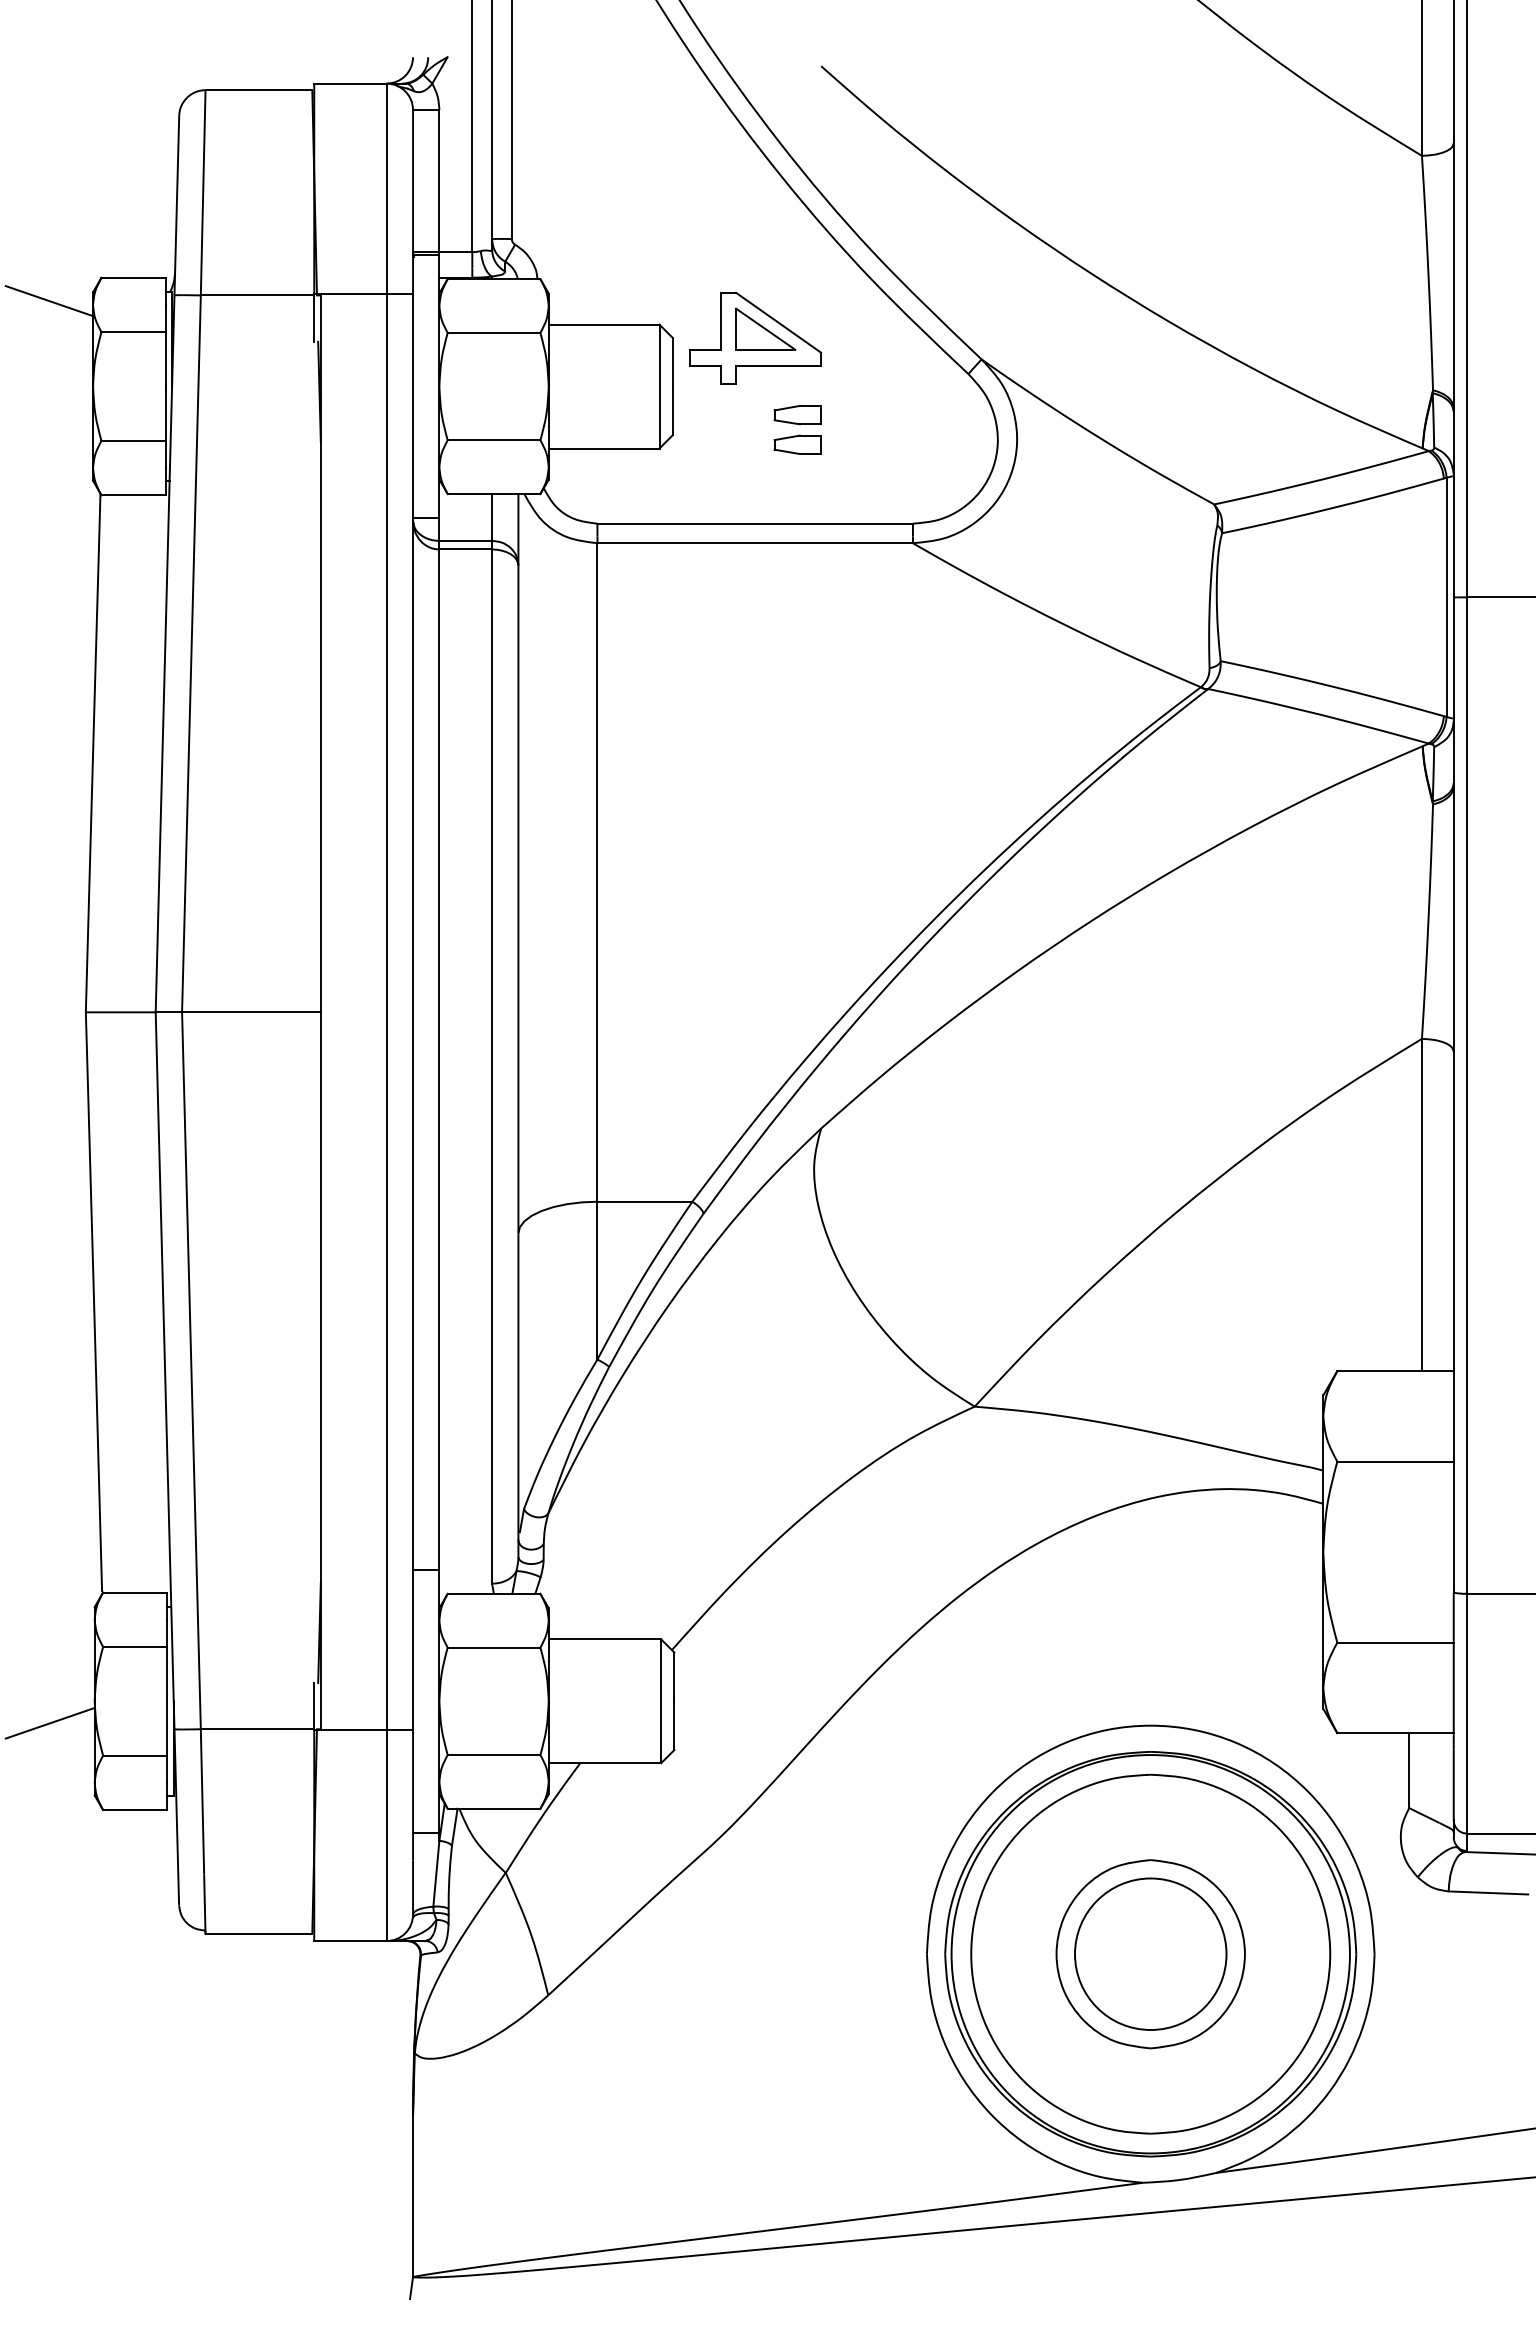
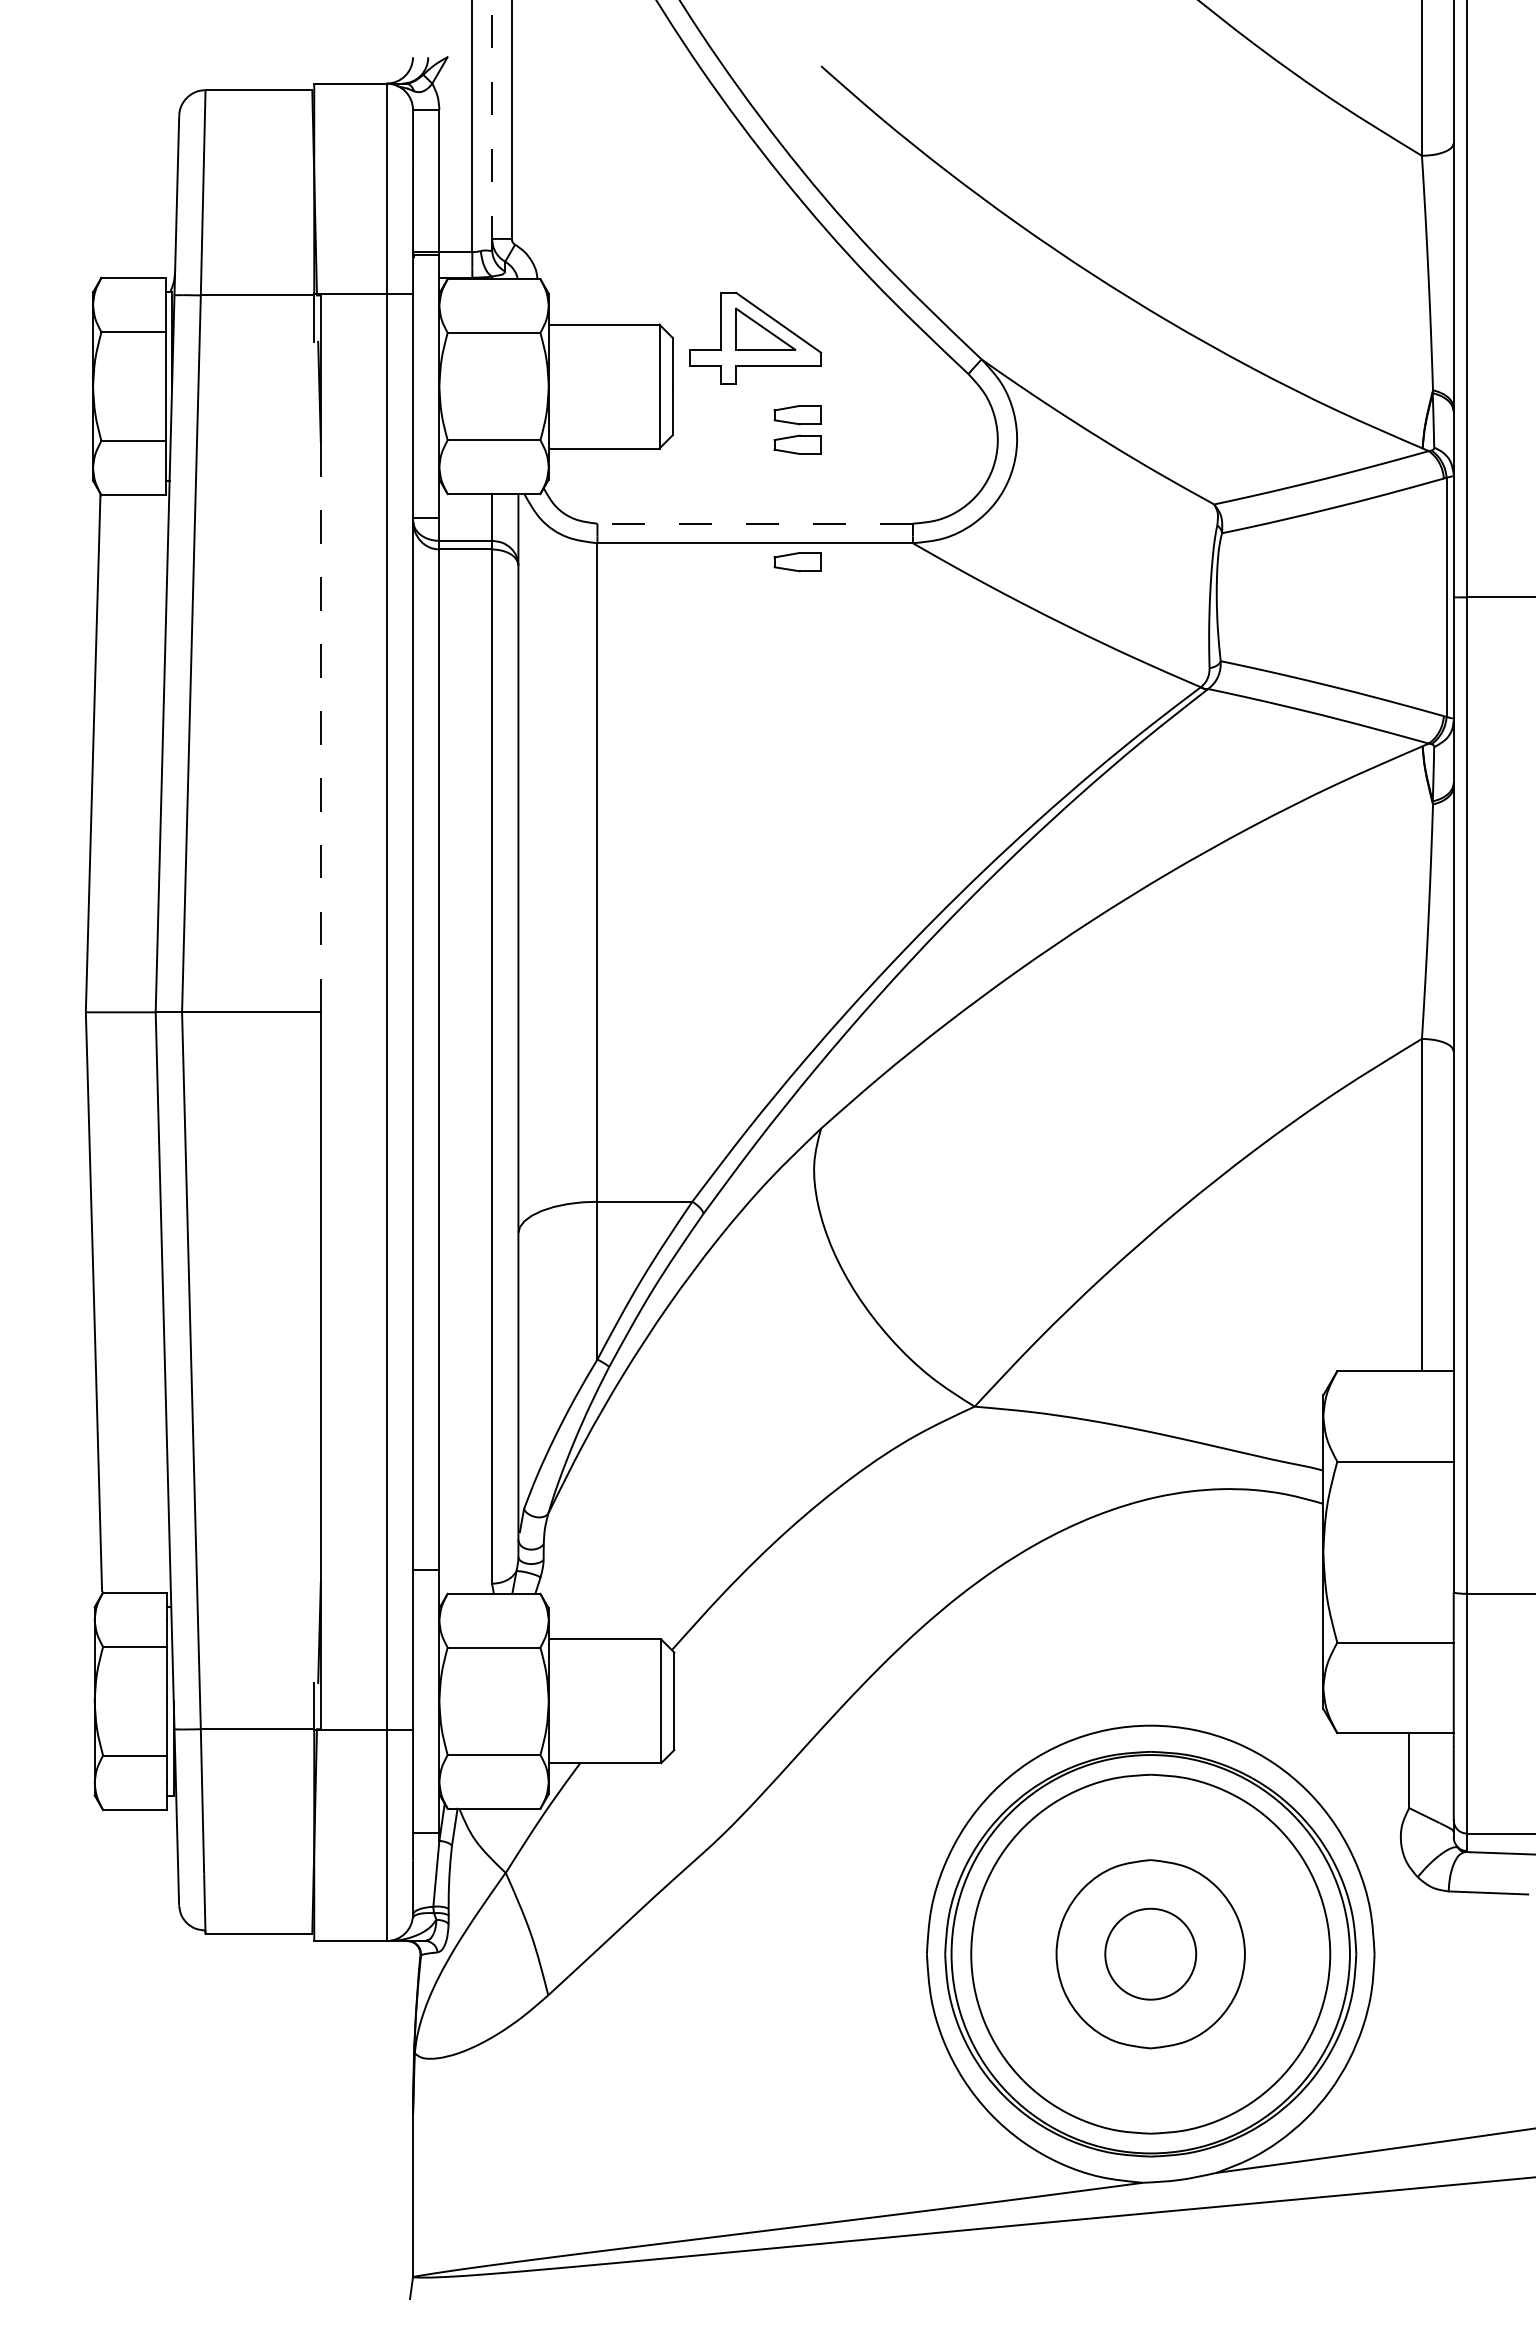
line at (492, 124): solid -> dashed
line at (49, 301): present -> none
line at (755, 523): solid -> dashed
part at (797, 562): none -> present
line at (320, 726): solid -> dashed
line at (49, 1722): present -> none
circle at (1150, 1953) diameter: 152 px -> 91 px
